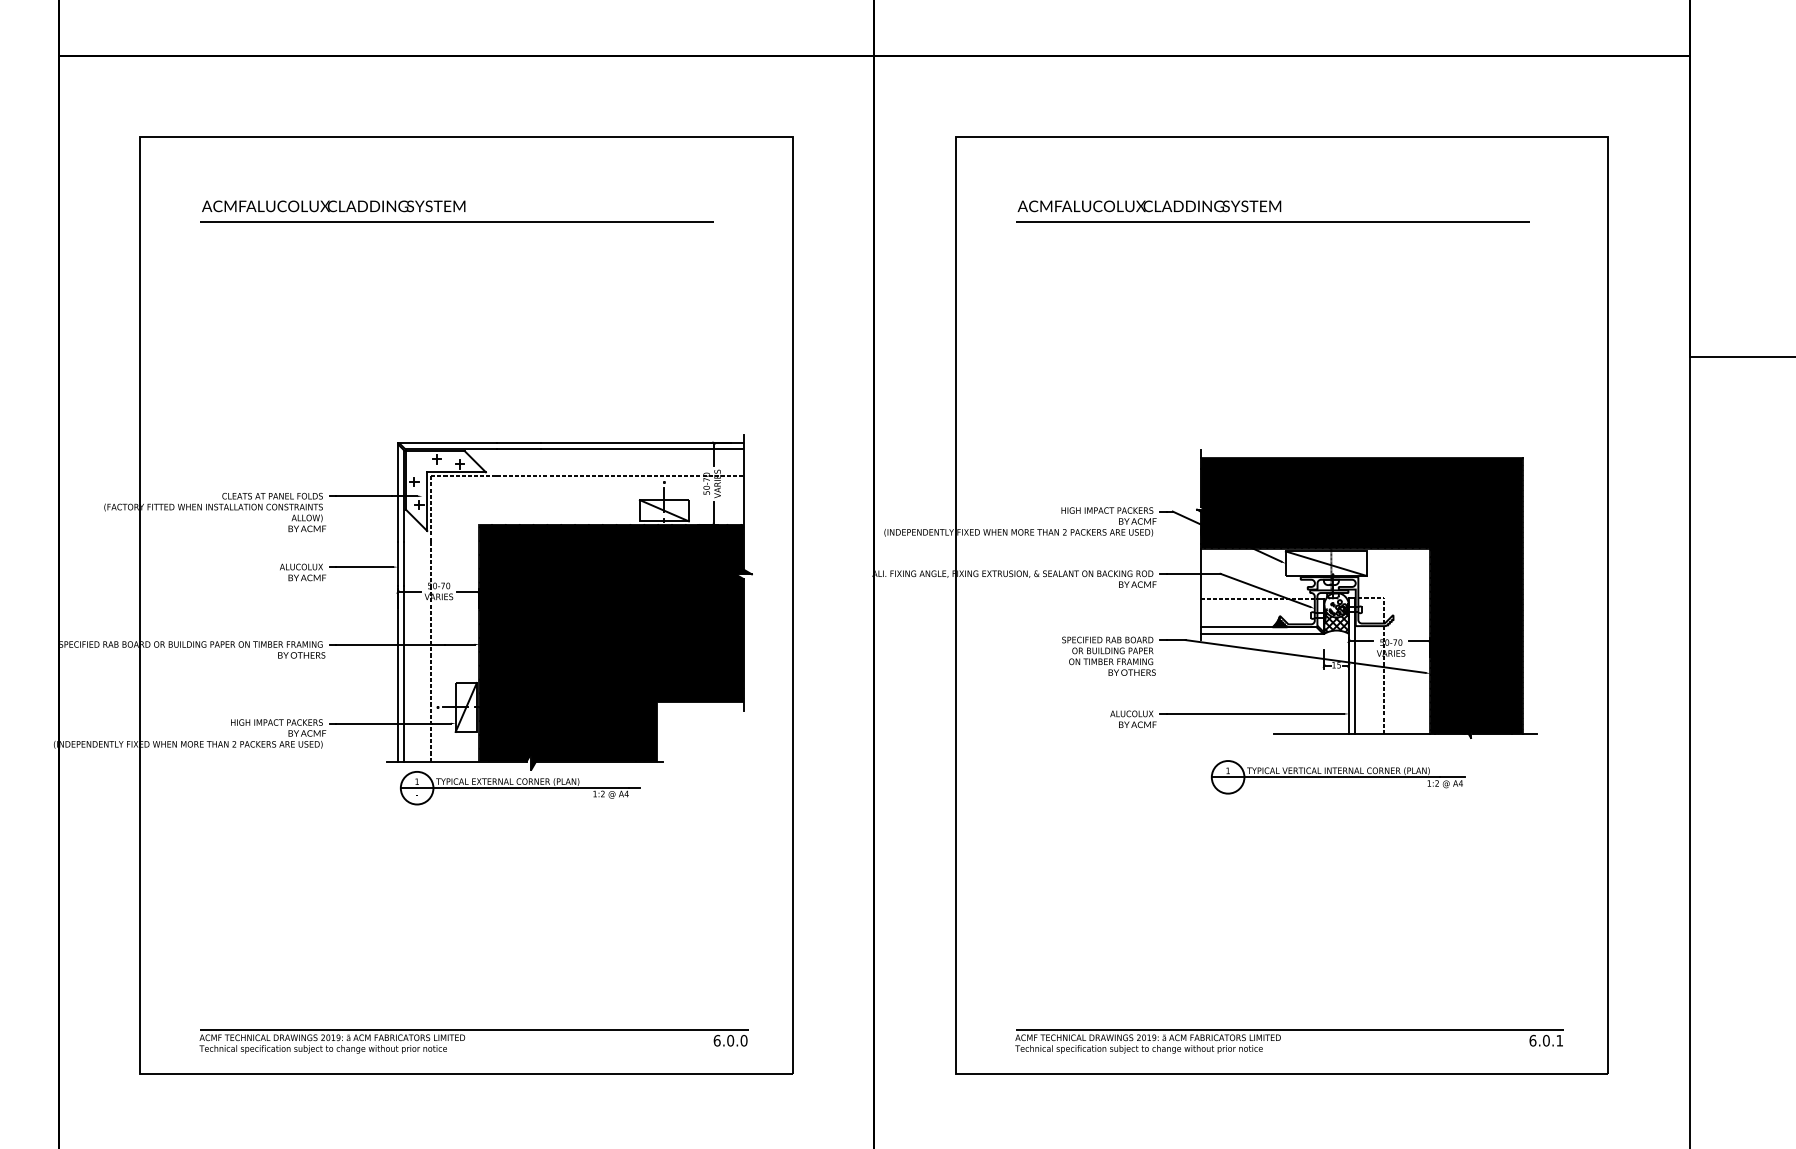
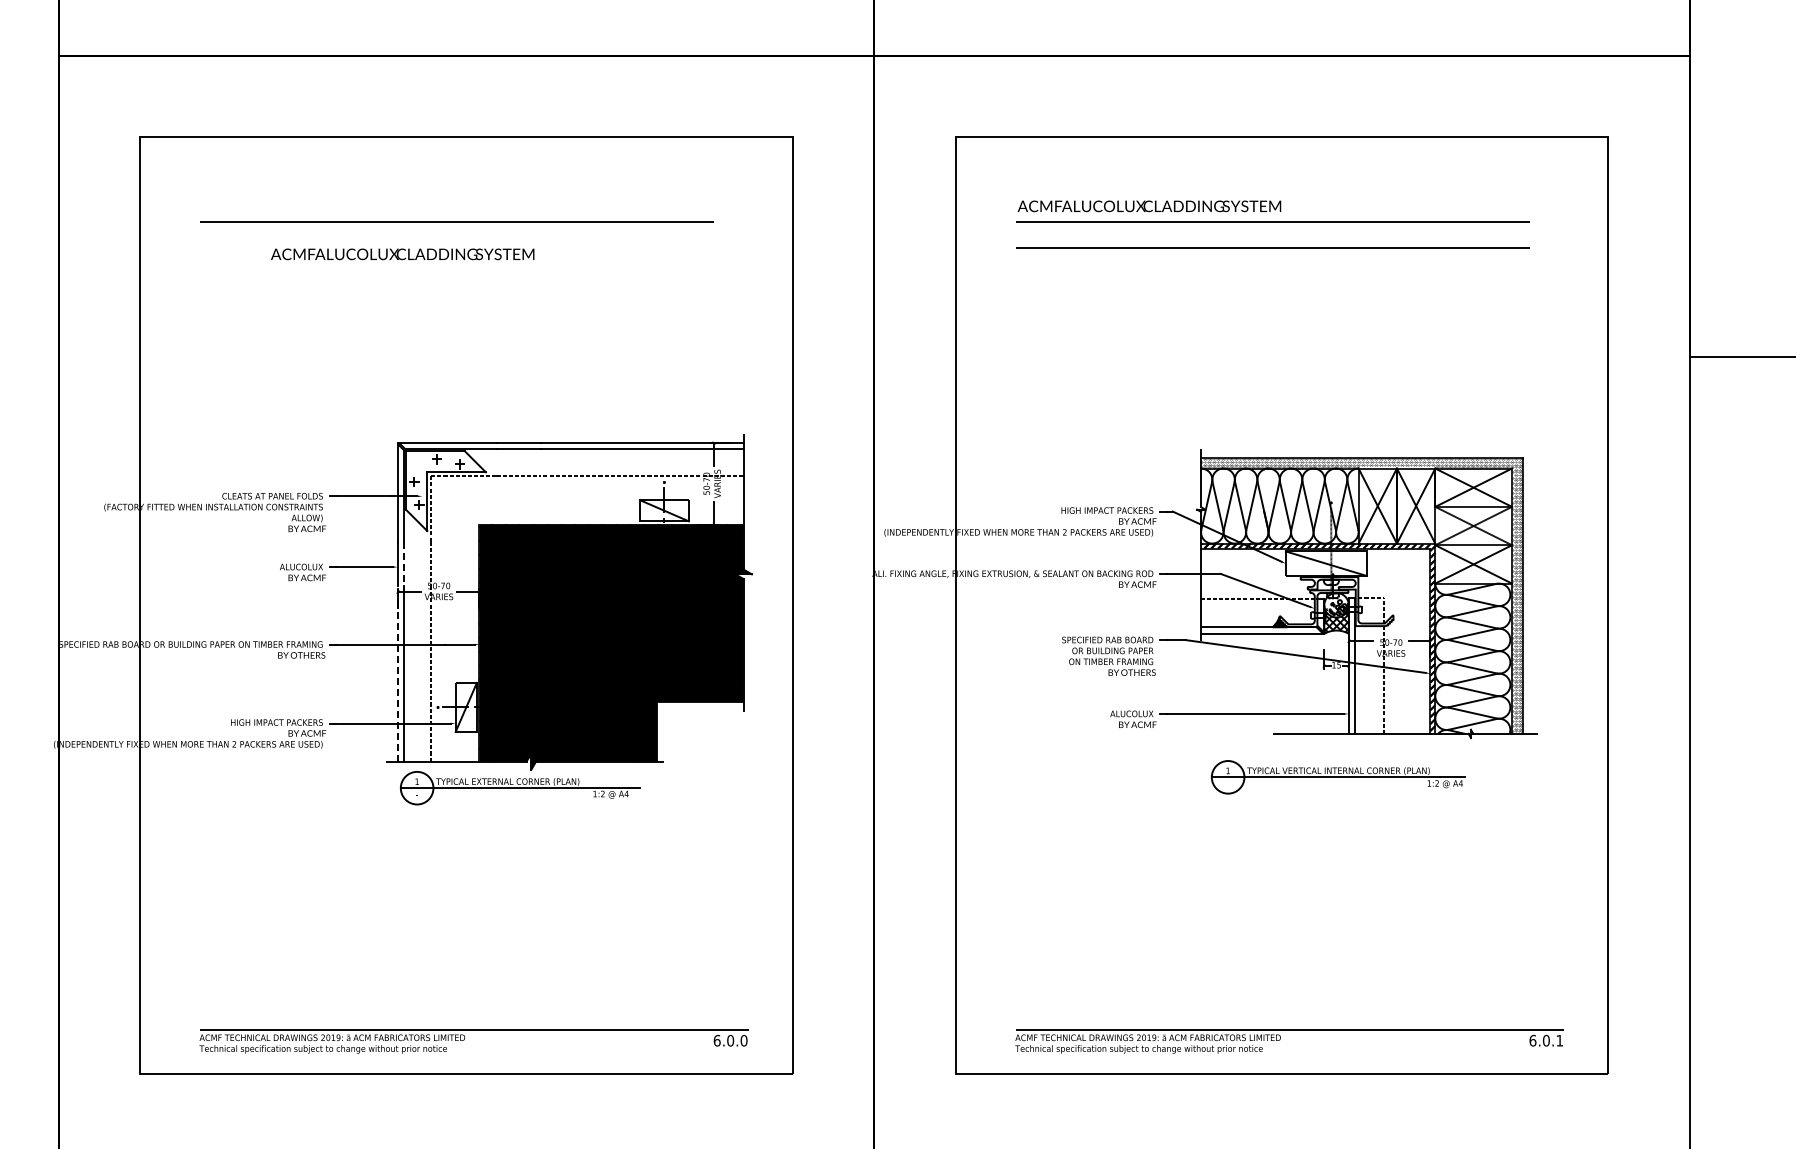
text at (333, 206) position: (333, 206) -> (402, 254)
line at (1272, 247): none -> present
line at (404, 564): solid -> dashed
fill at (1359, 597): present -> none
line at (397, 673): solid -> dashed
